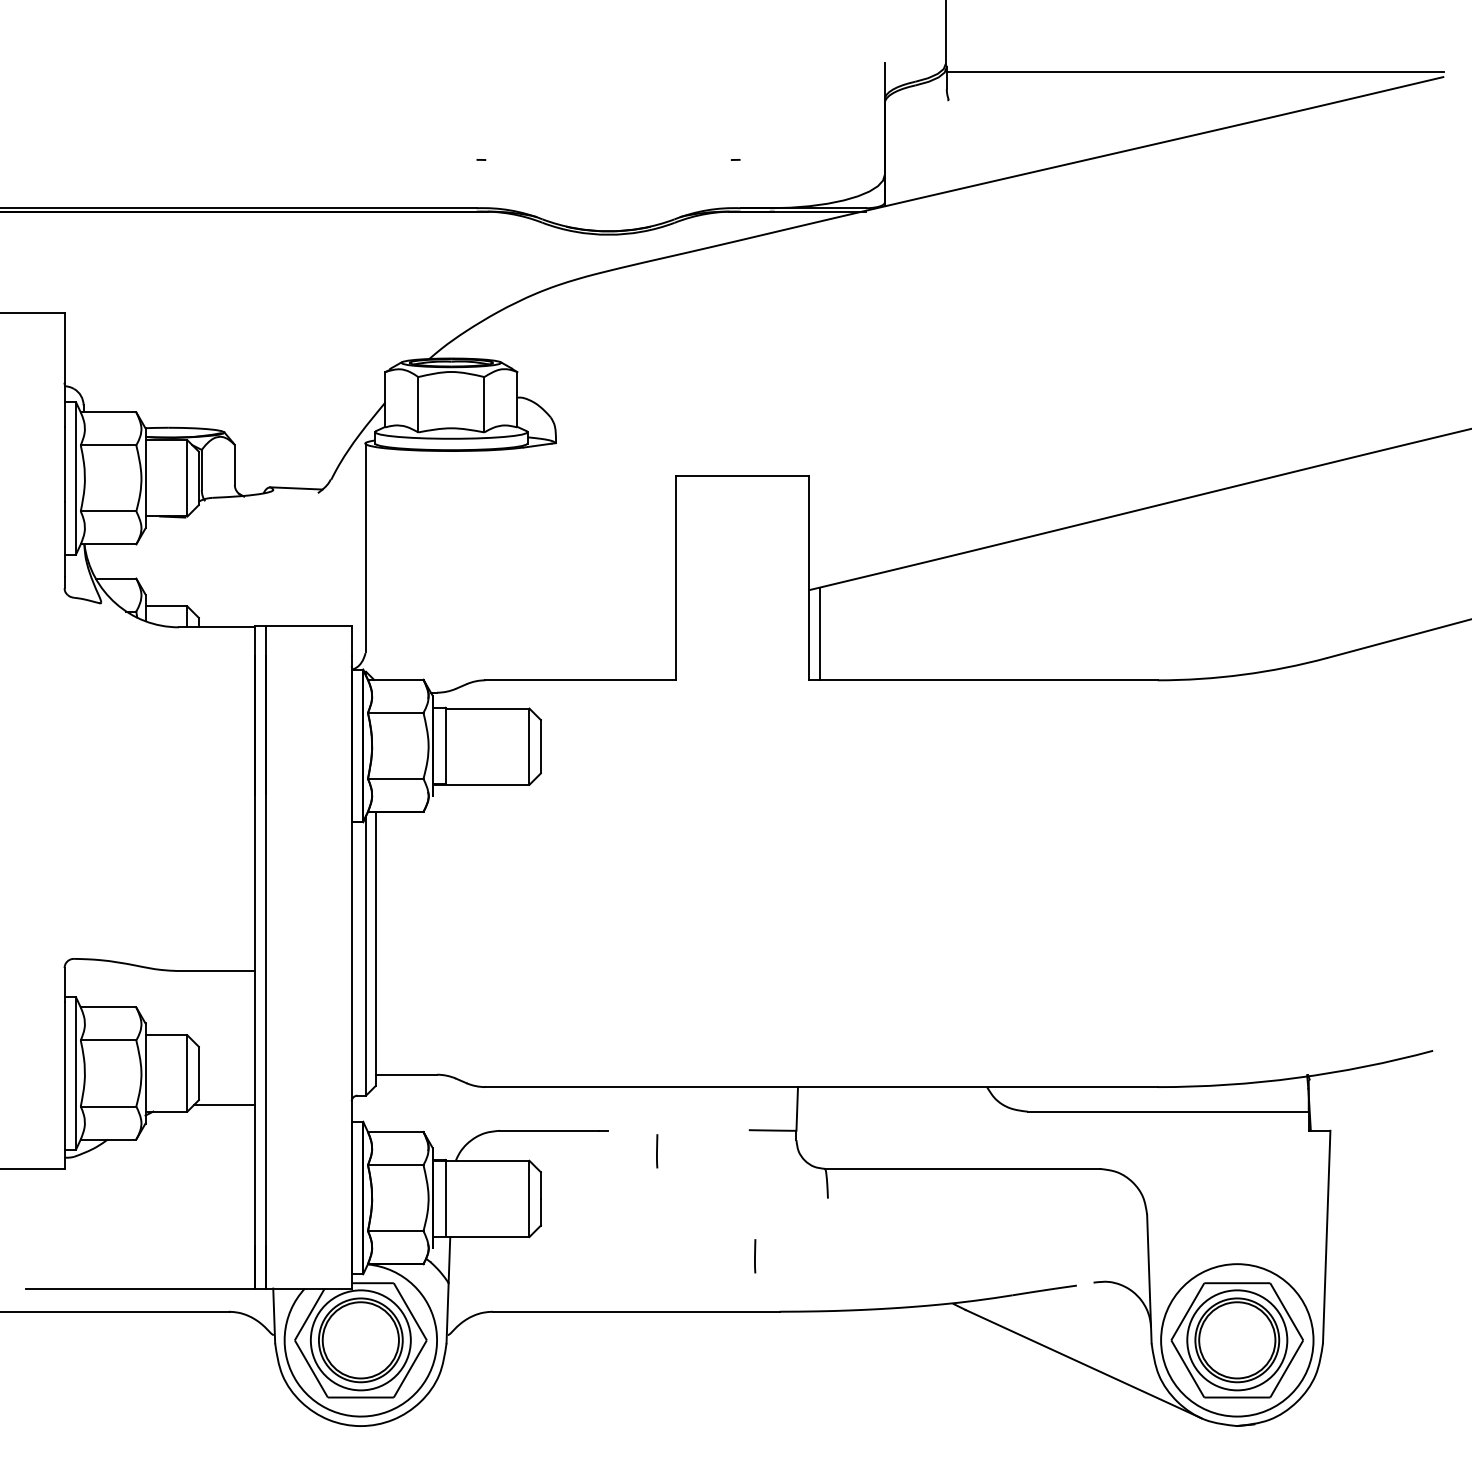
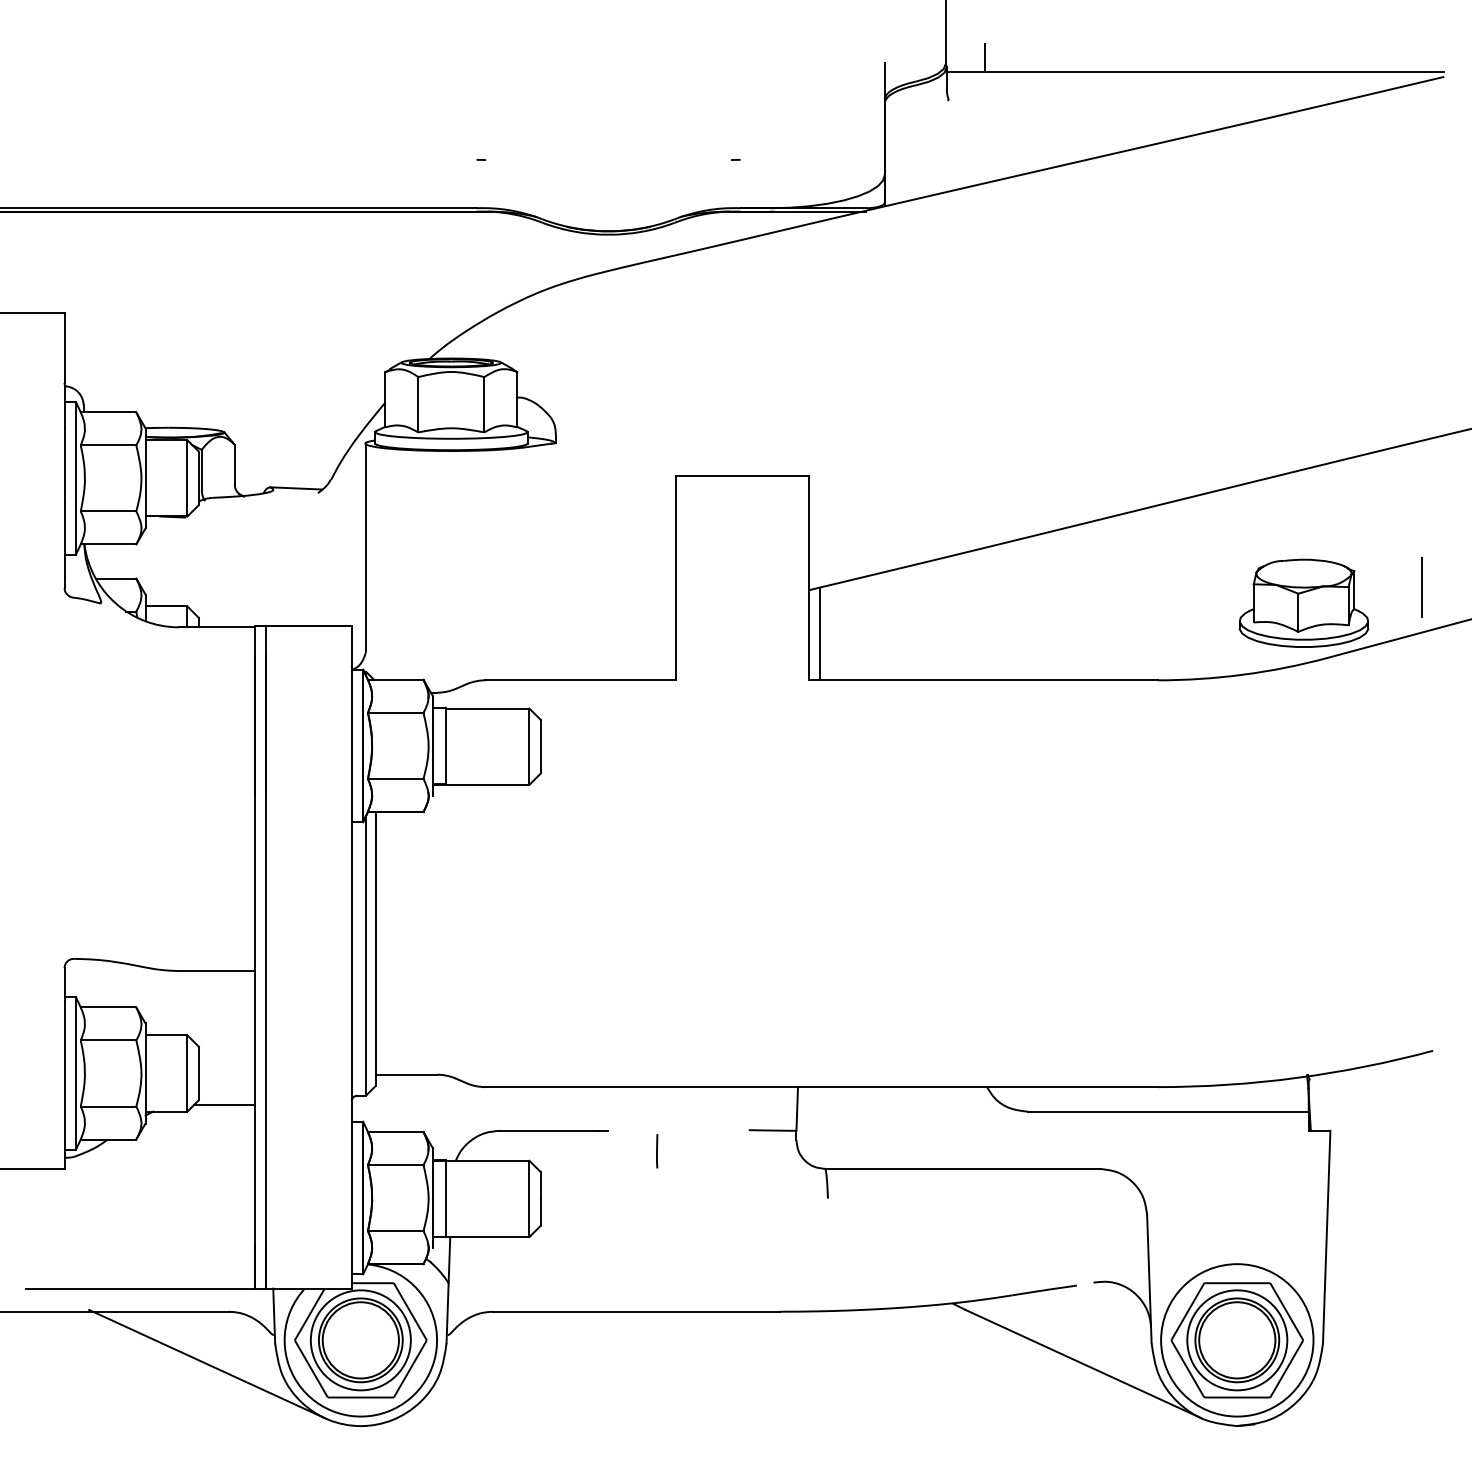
line at (985, 57): none -> present
line at (1421, 586): none -> present
part at (1303, 602): none -> present
line at (755, 1256): present -> none
line at (207, 1363): none -> present
